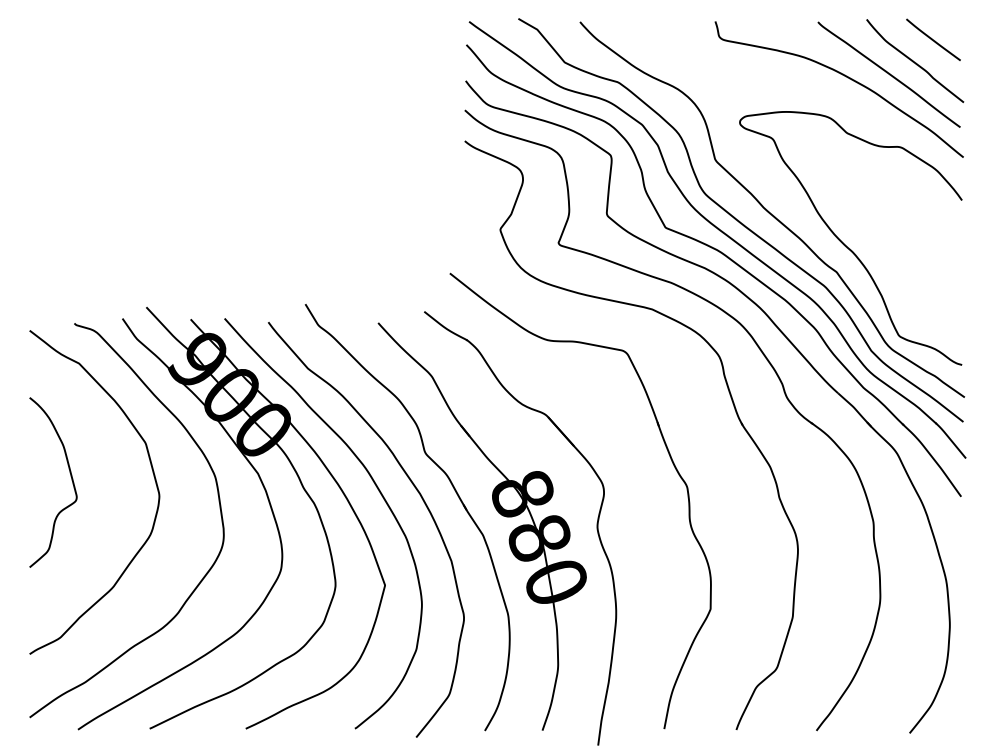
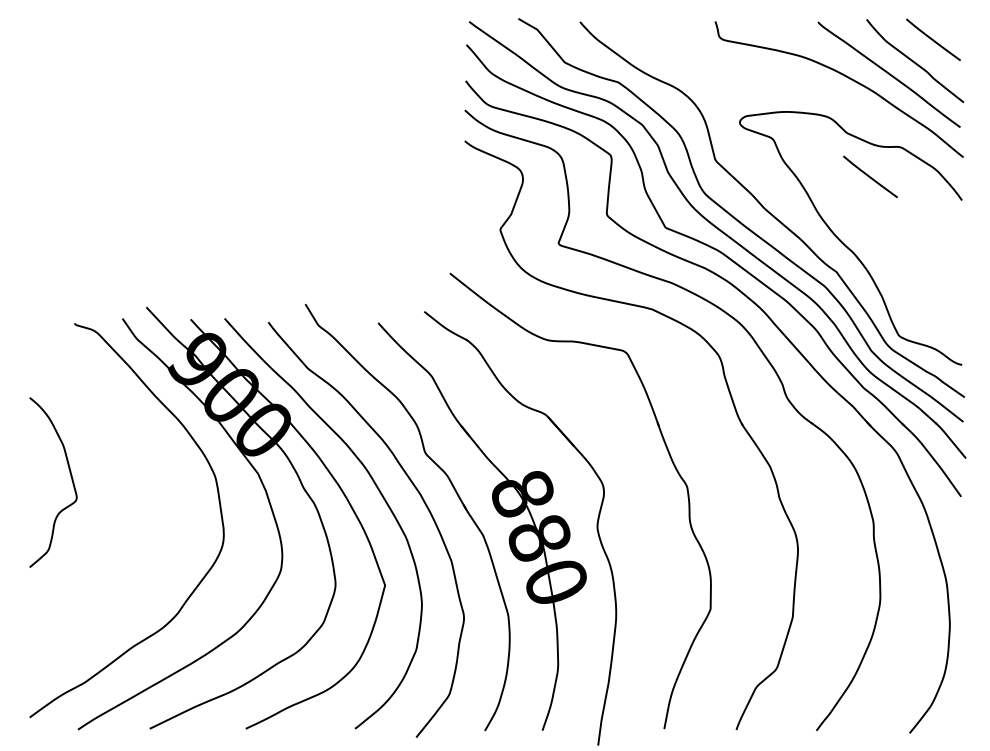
line at (870, 176): none -> present
curve at (152, 473): present -> none
